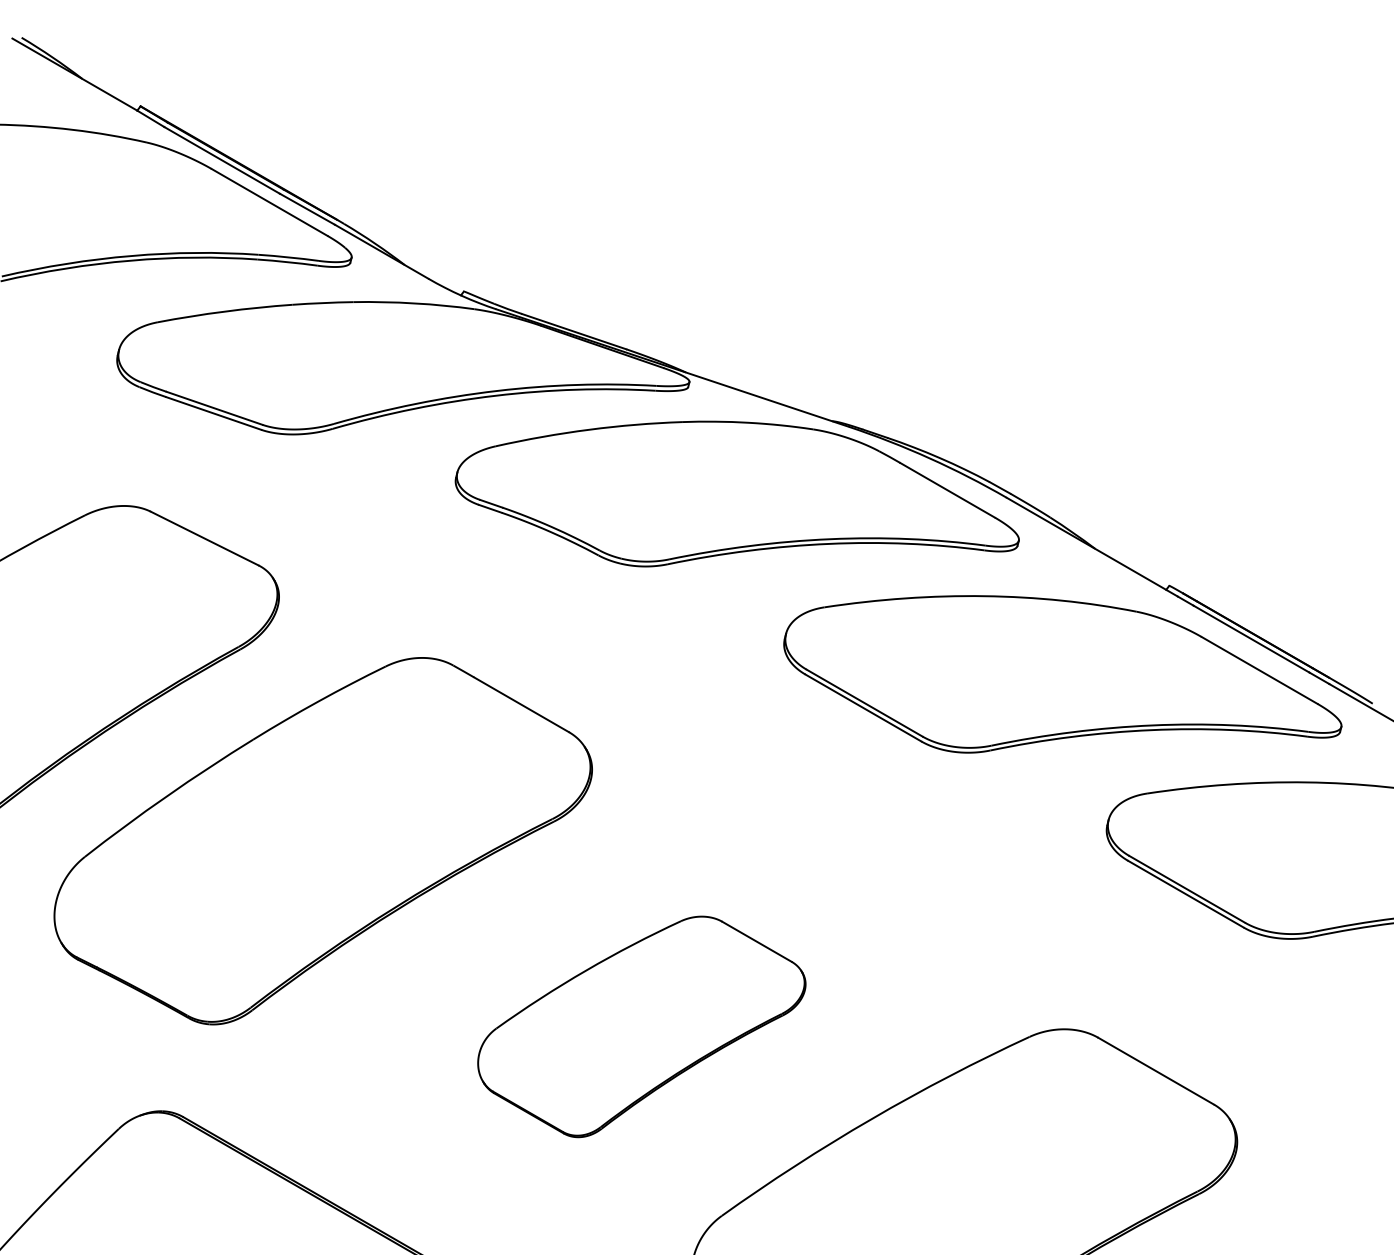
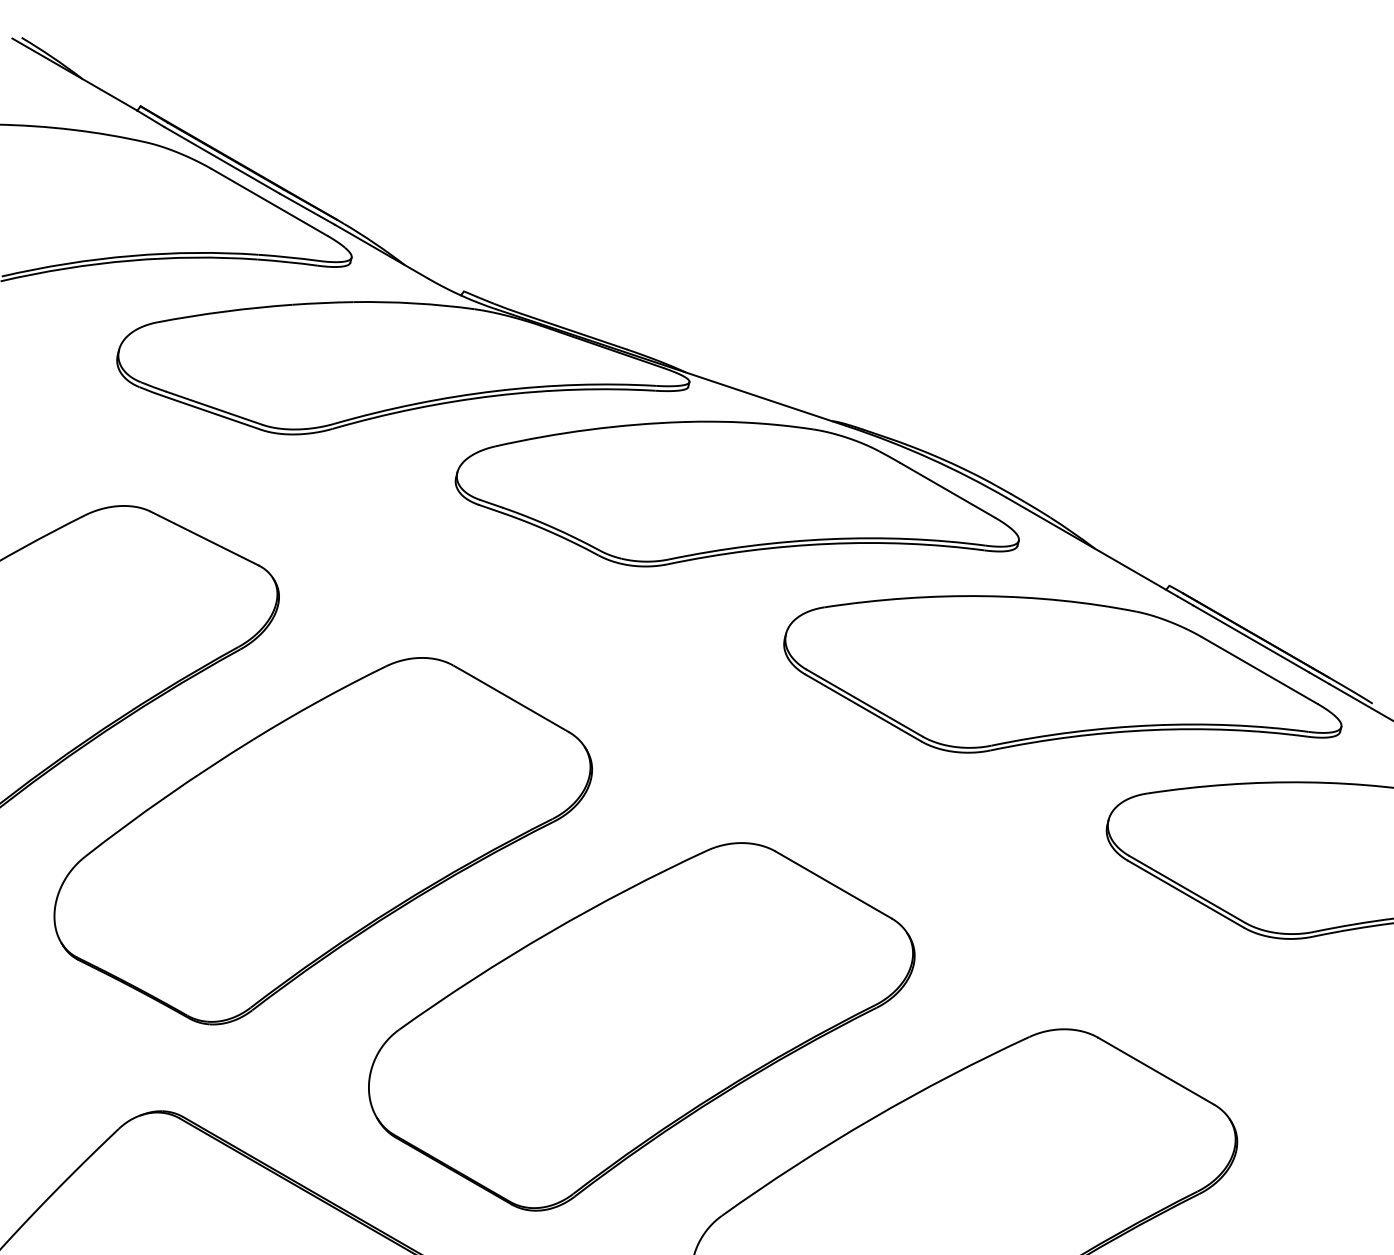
part at (641, 1026) size: 330x224 px -> 548x370 px
